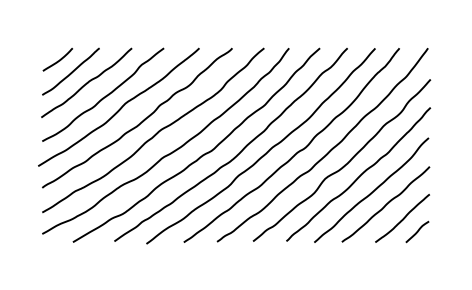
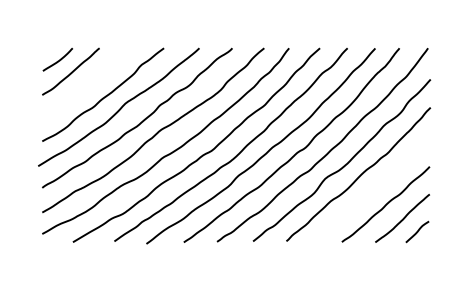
curve at (86, 82): present -> none
curve at (371, 191): present -> none
